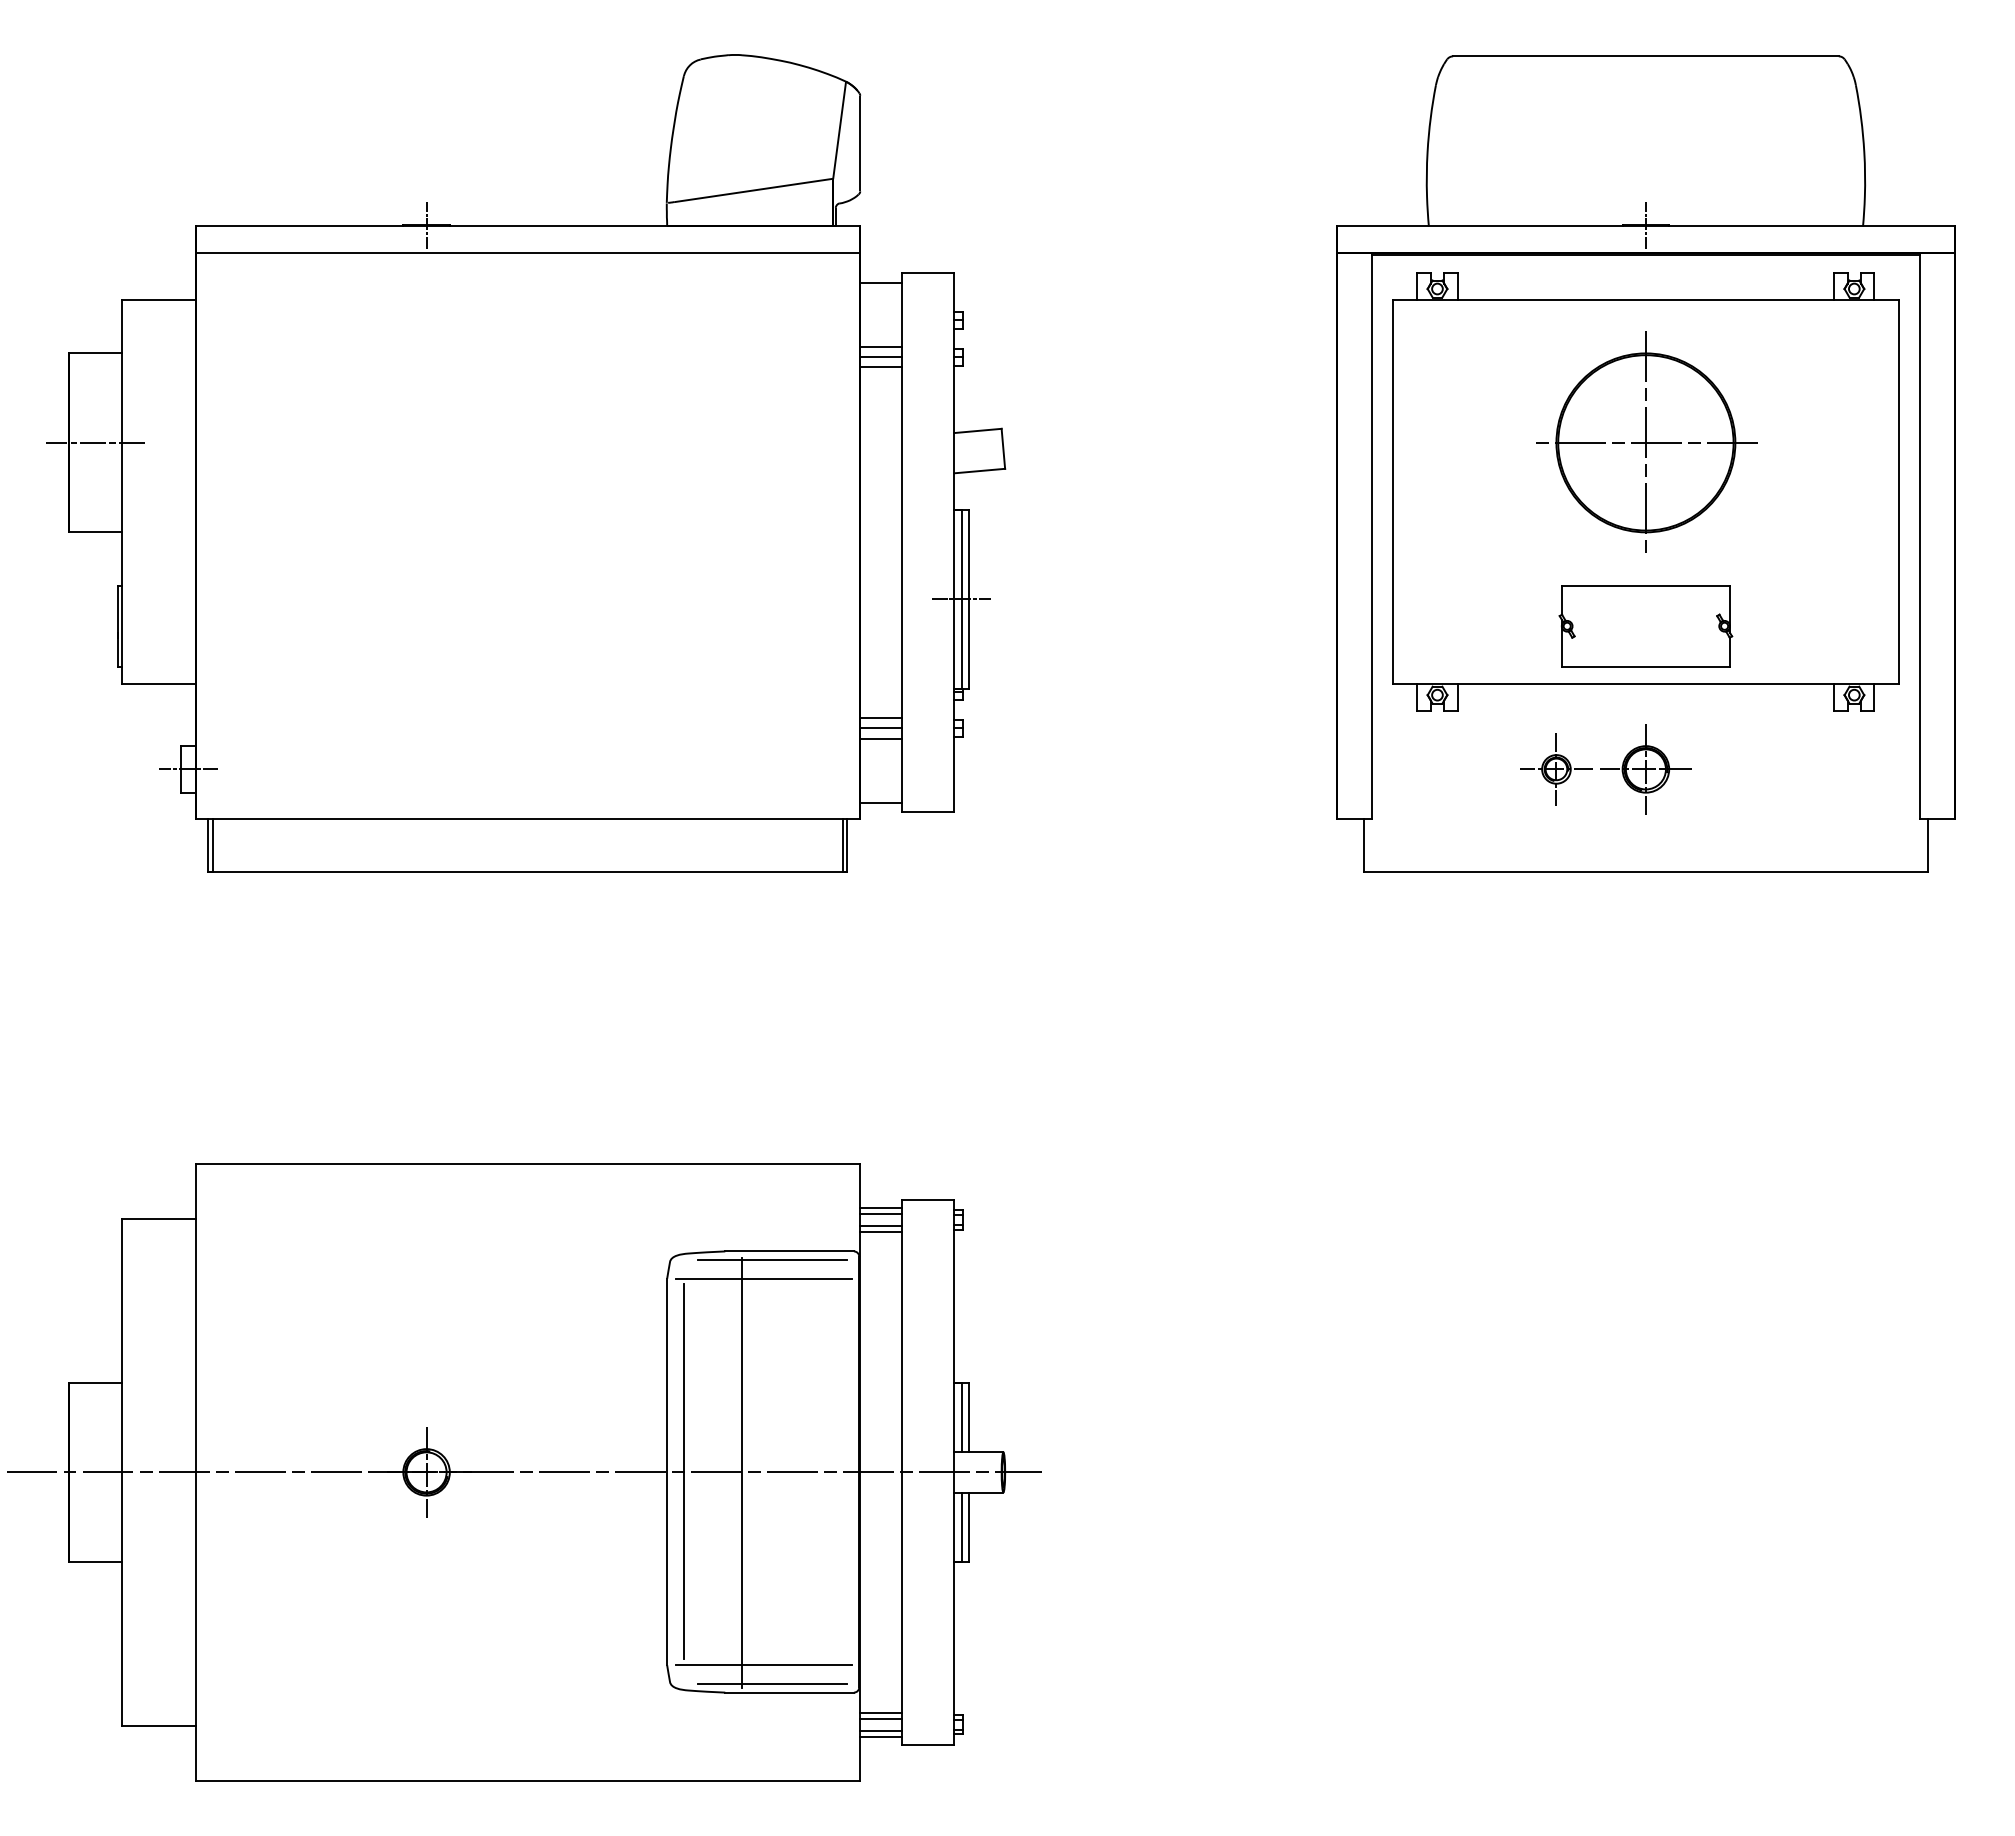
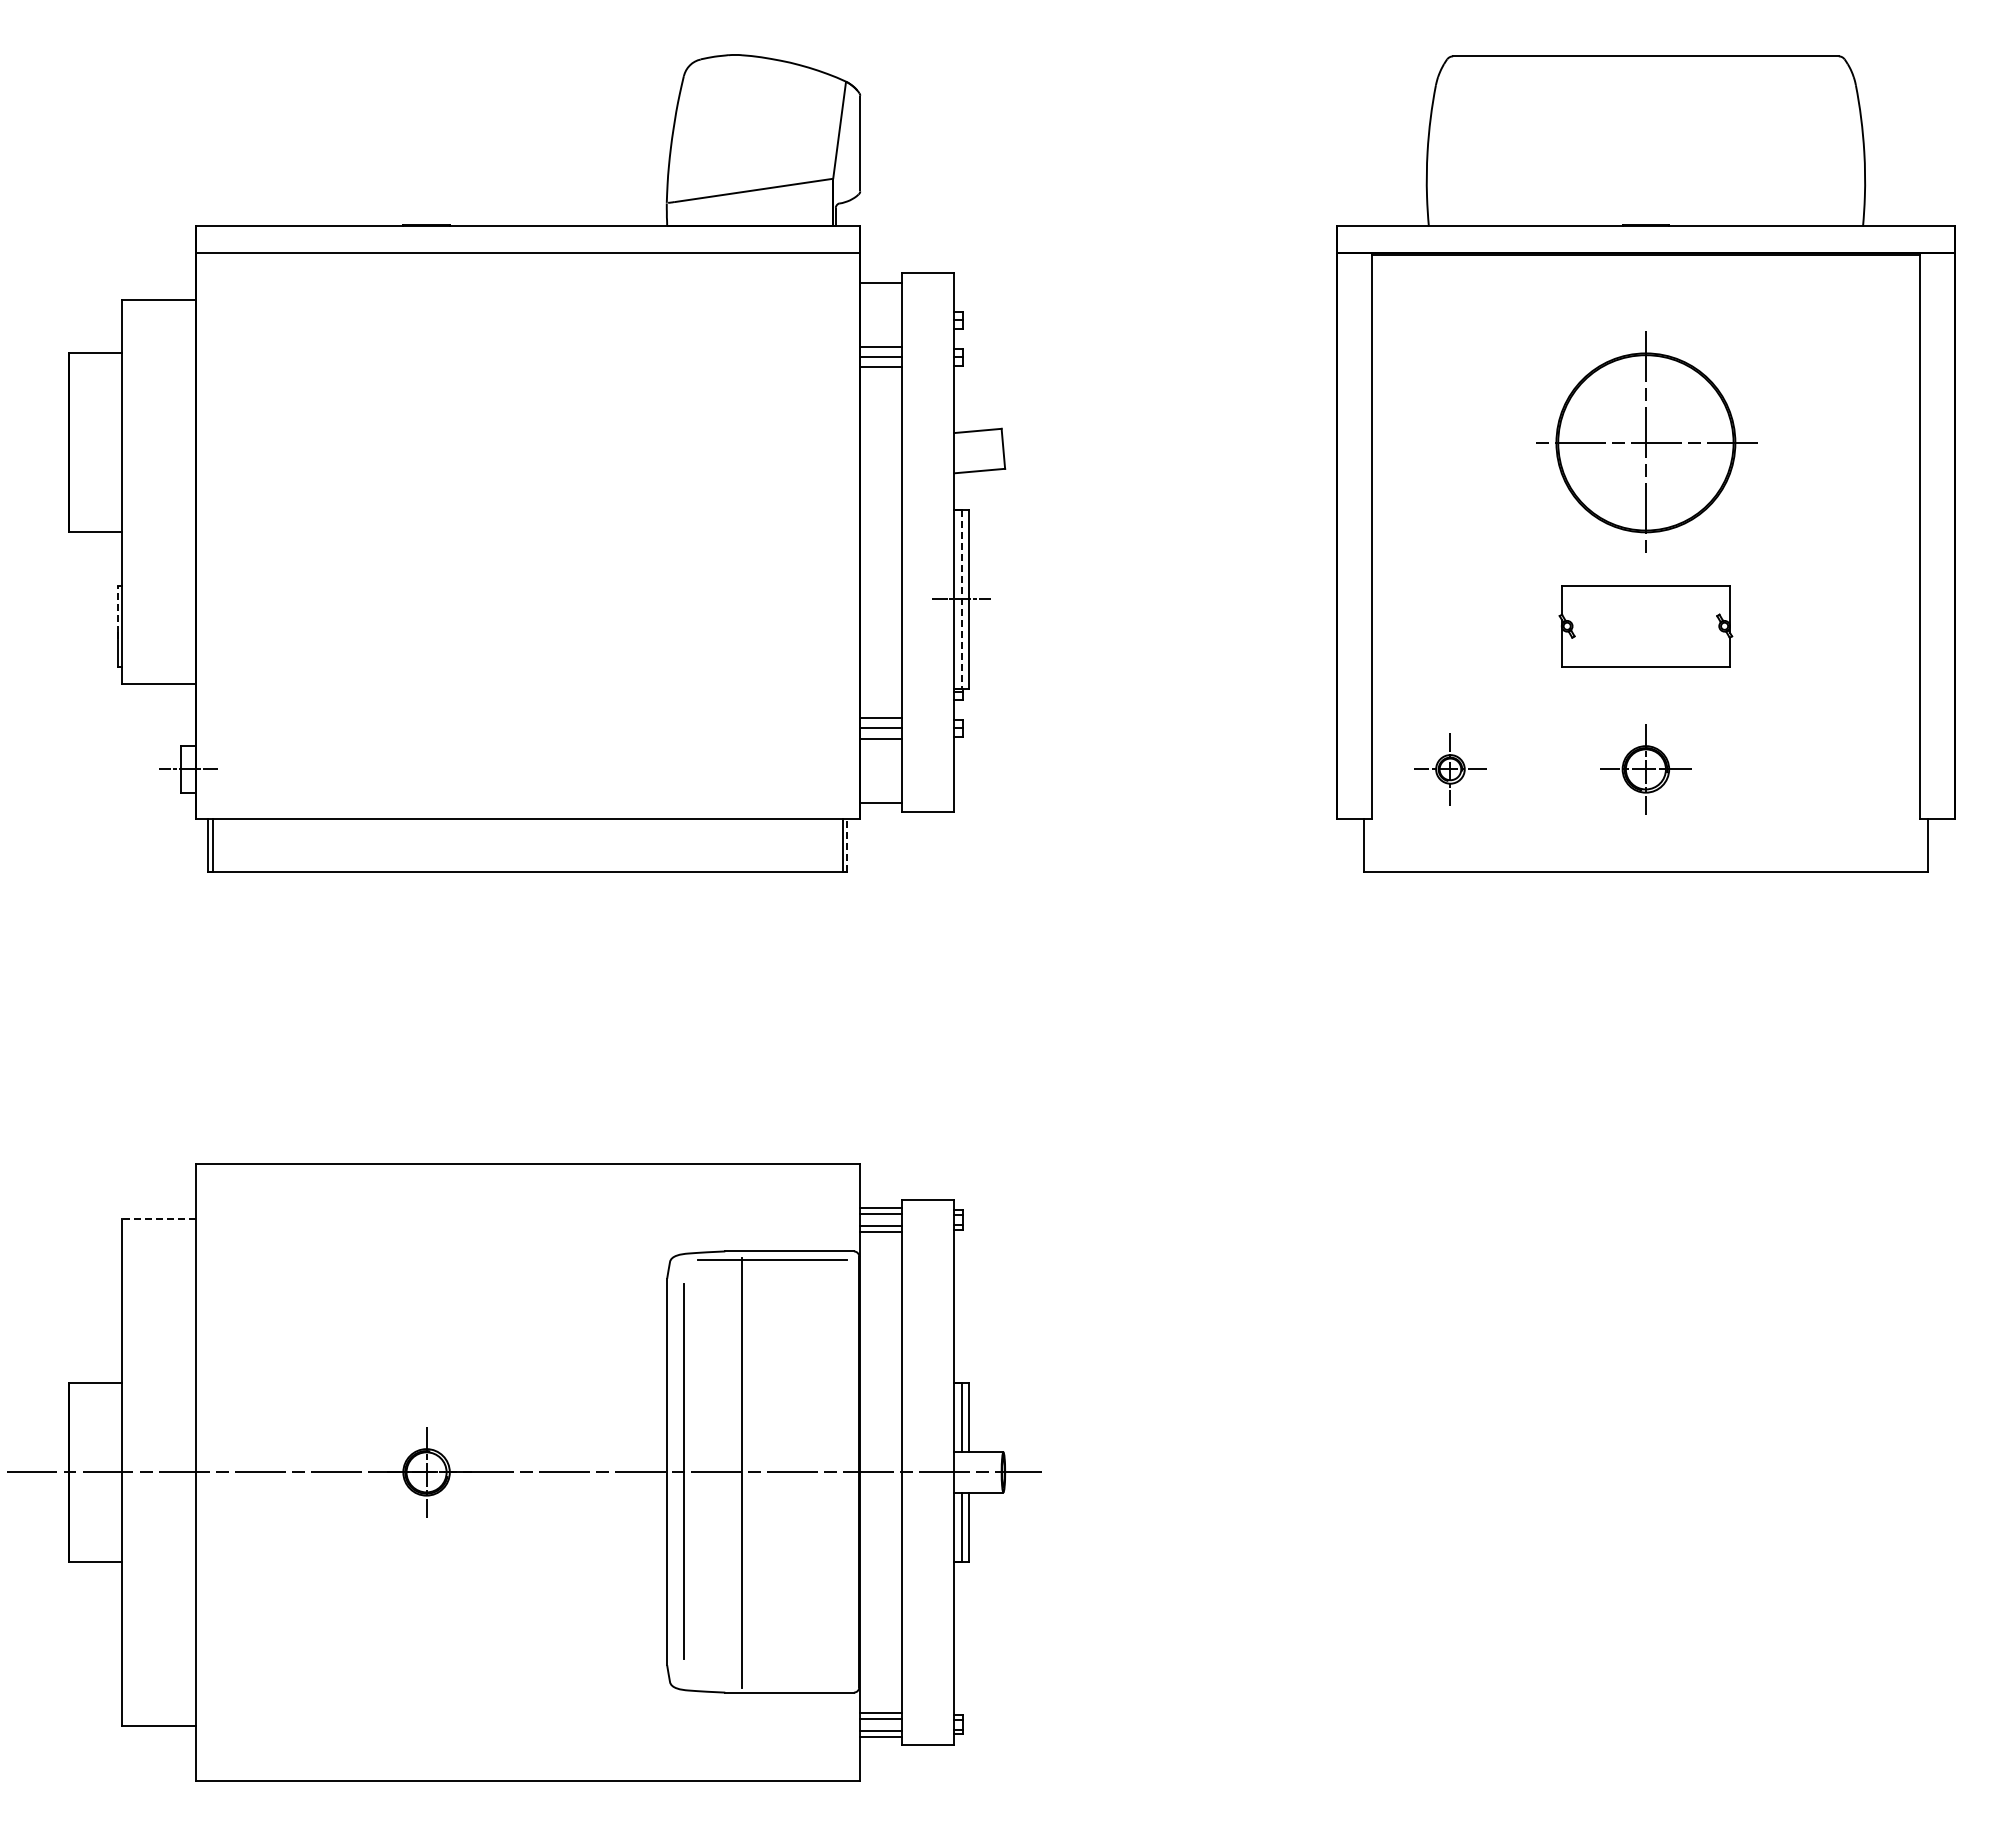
line at (426, 225): present -> none
line at (1645, 225): present -> none
line at (95, 442): present -> none
part at (1645, 491): present -> none
line at (961, 599): solid -> dashed
line at (117, 608): solid -> dashed
part at (1556, 769) position: (1556, 769) -> (1450, 769)
line at (847, 845): solid -> dashed
line at (159, 1219): solid -> dashed
line at (764, 1278): present -> none
line at (764, 1665): present -> none
line at (772, 1684): present -> none
